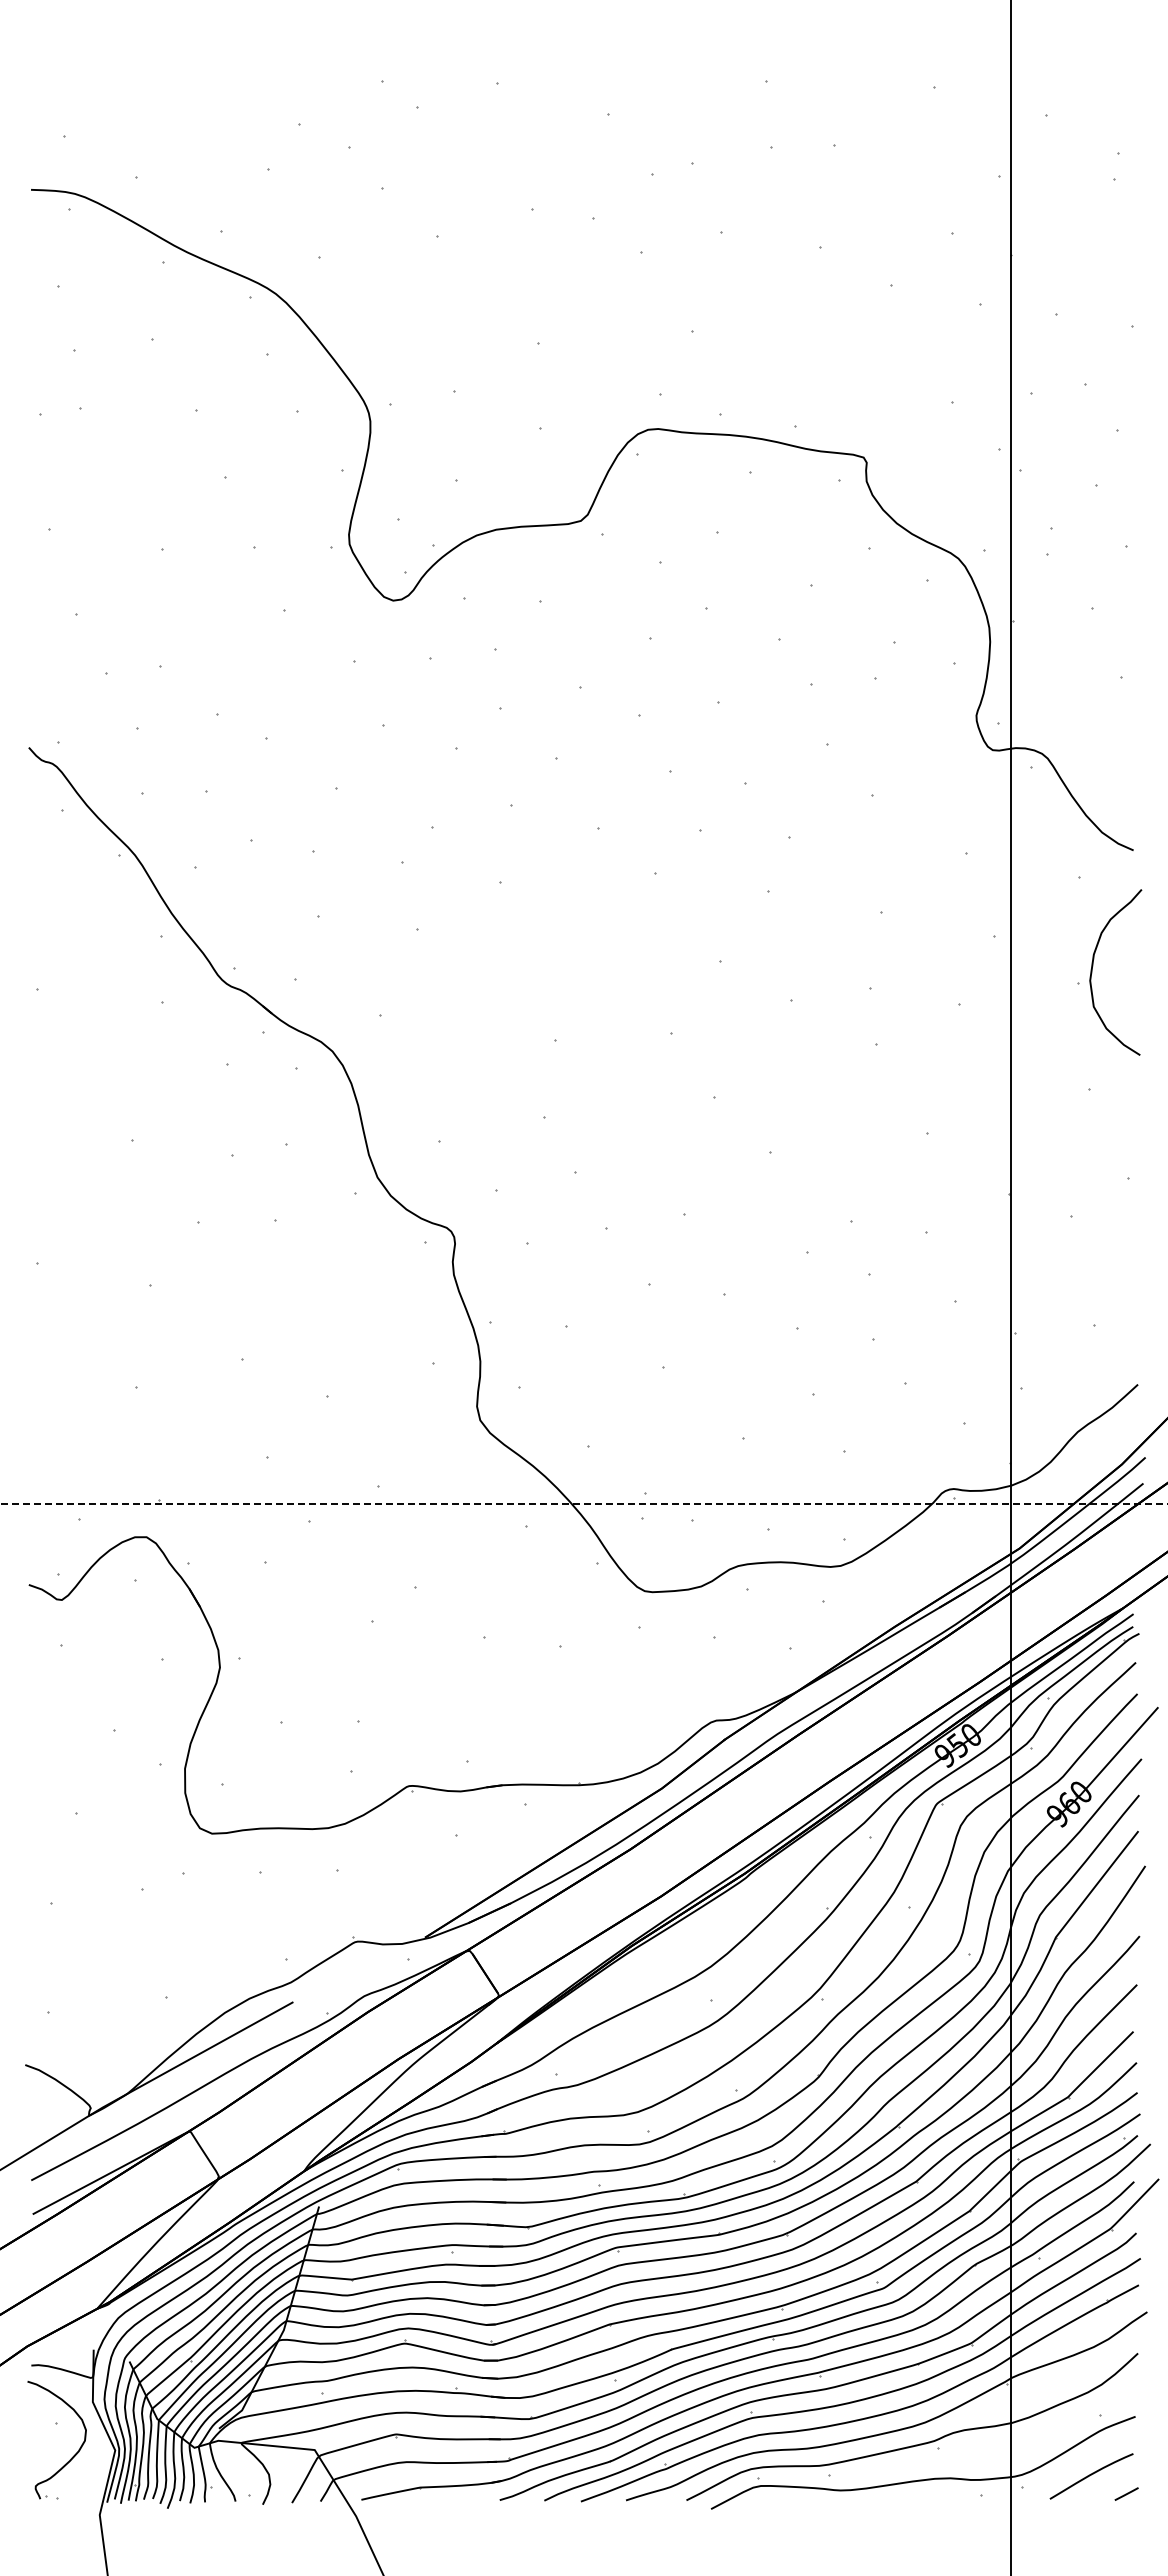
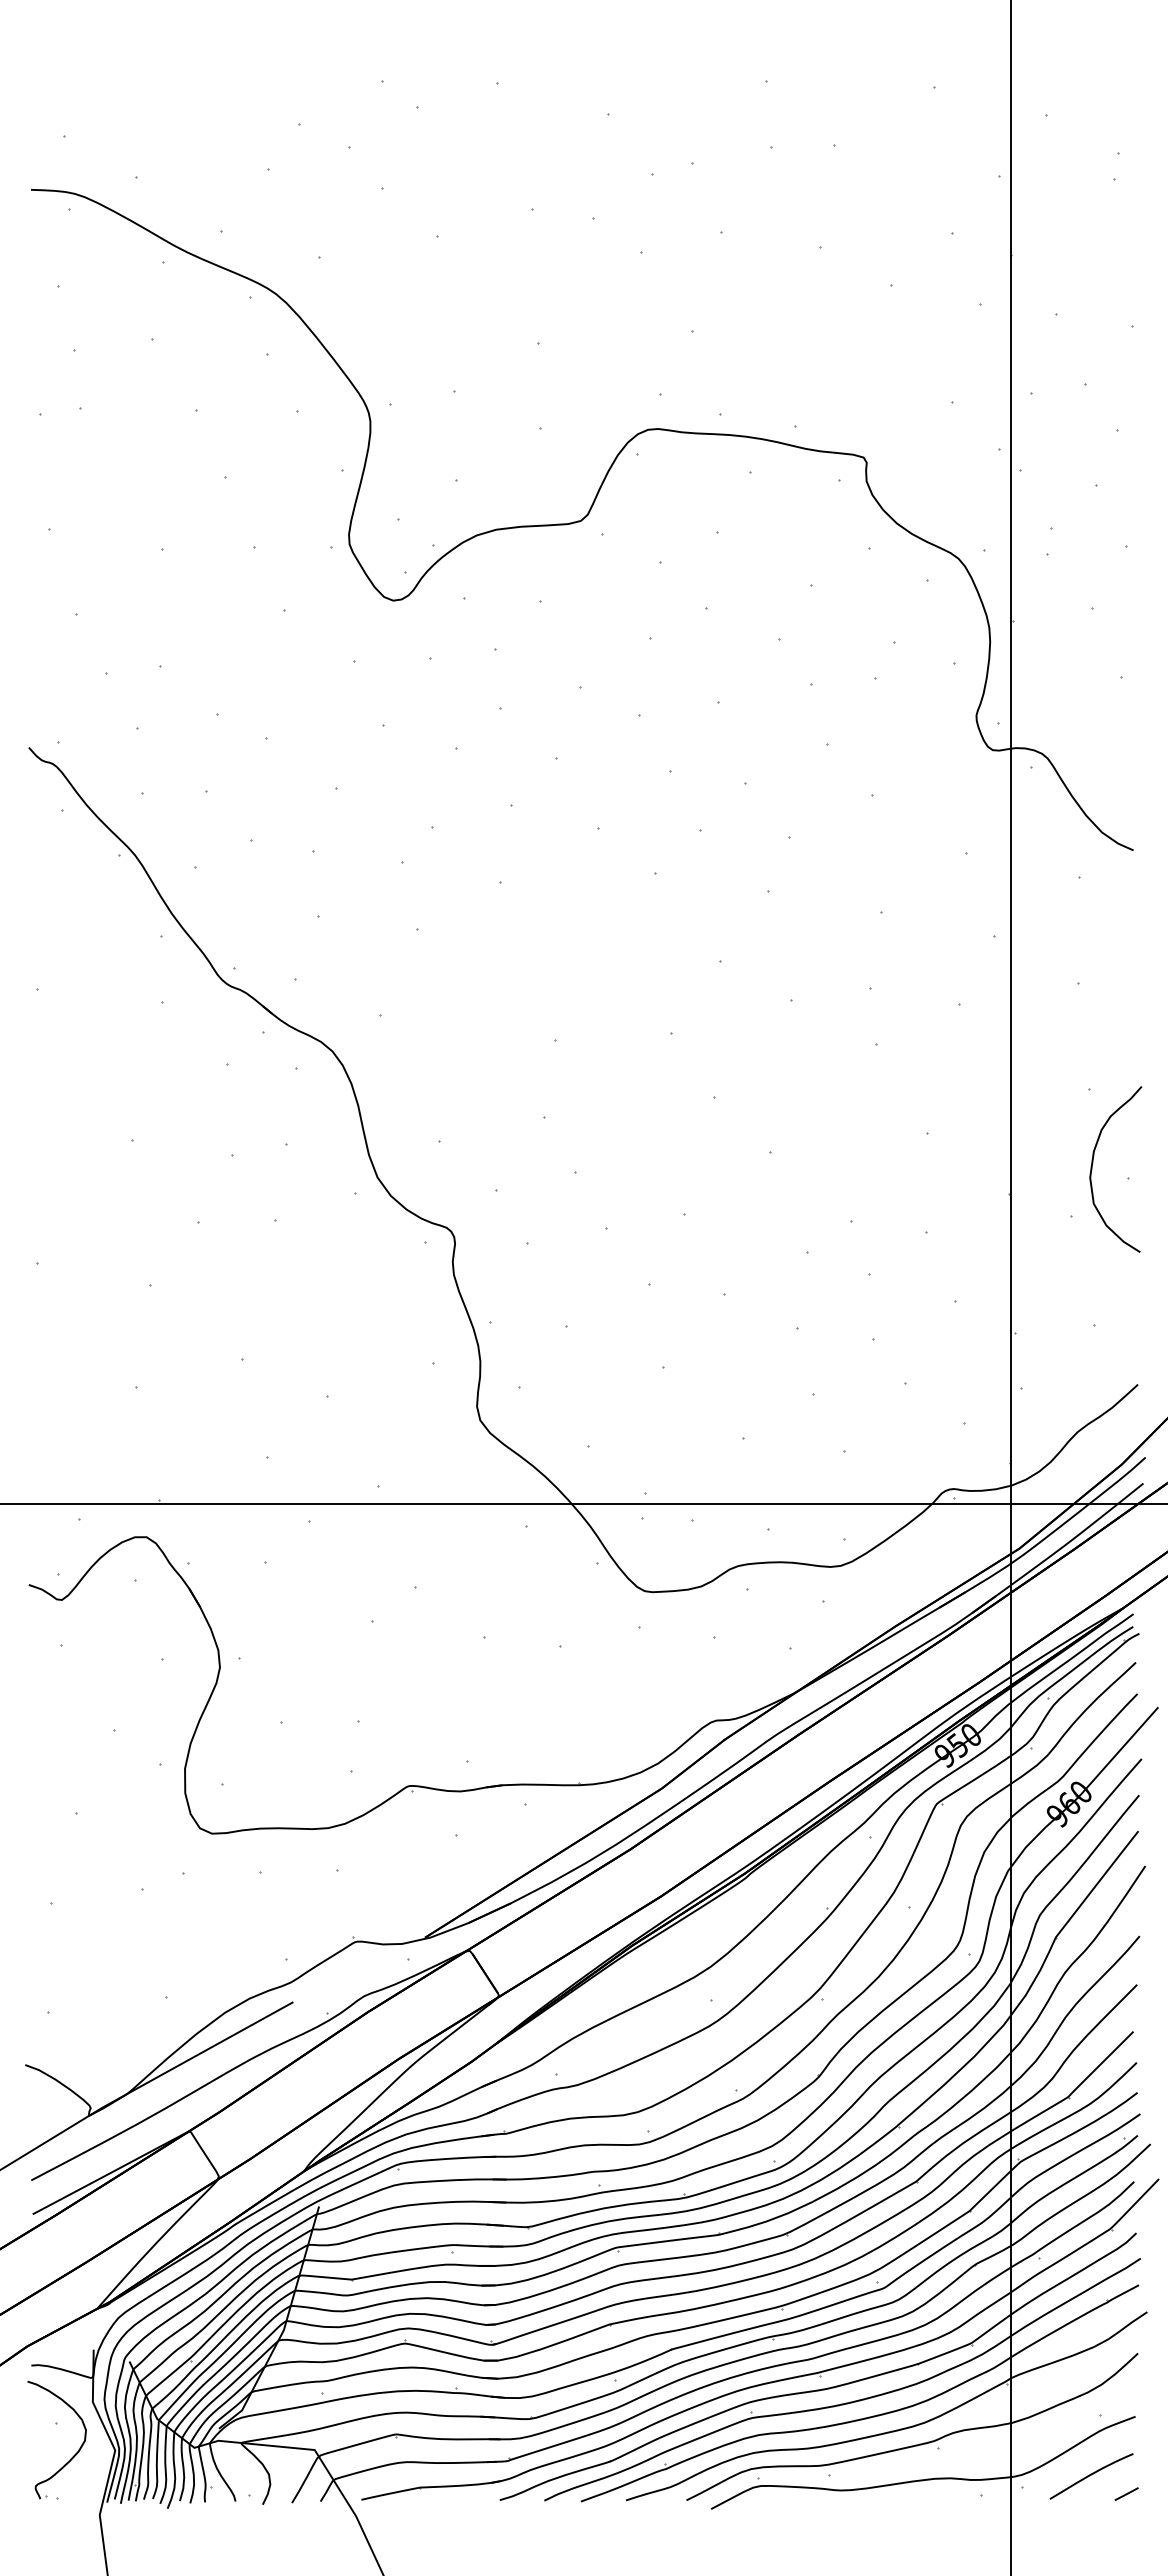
curve at (1093, 966) position: (1093, 966) -> (1093, 1163)
line at (583, 1503): dashed -> solid
